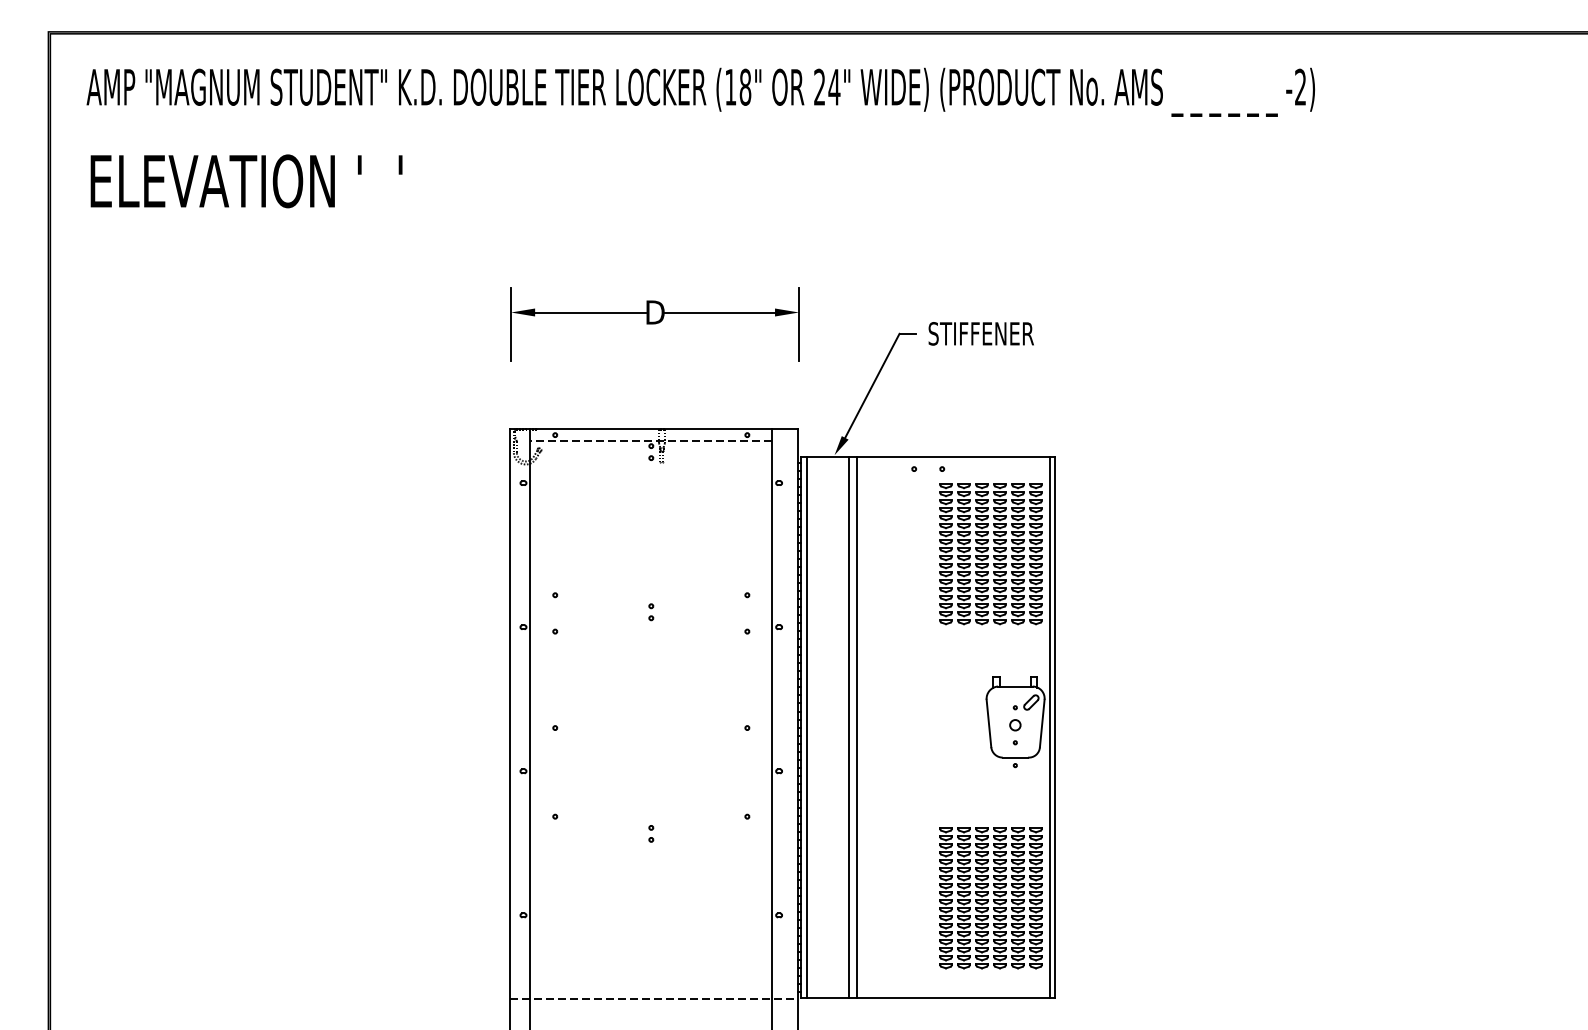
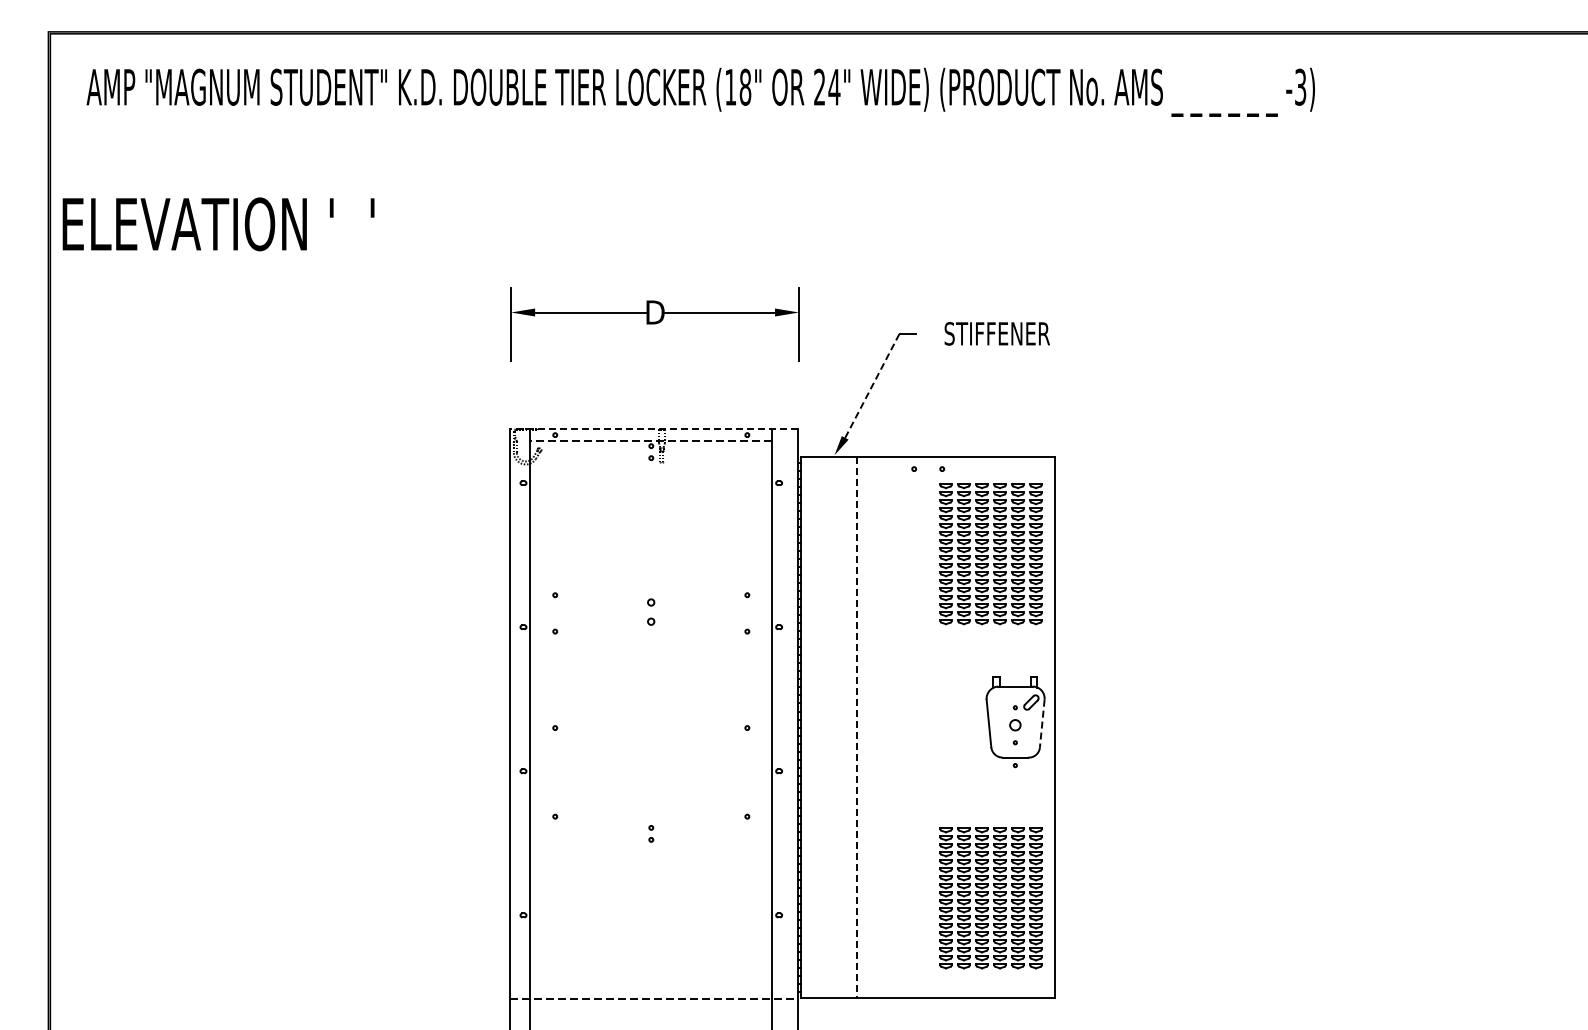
text at (1300, 87): -2) -> -3)
text at (246, 181) position: (246, 181) -> (218, 224)
text at (980, 333) position: (980, 333) -> (996, 333)
line at (872, 385): solid -> dashed
line at (654, 429): solid -> dashed
part at (651, 612) size: 7x19 px -> 9x28 px
line at (1042, 723): solid -> dashed
line at (806, 727): present -> none
line at (849, 727): present -> none
line at (1050, 727): present -> none
line at (857, 728): solid -> dashed
